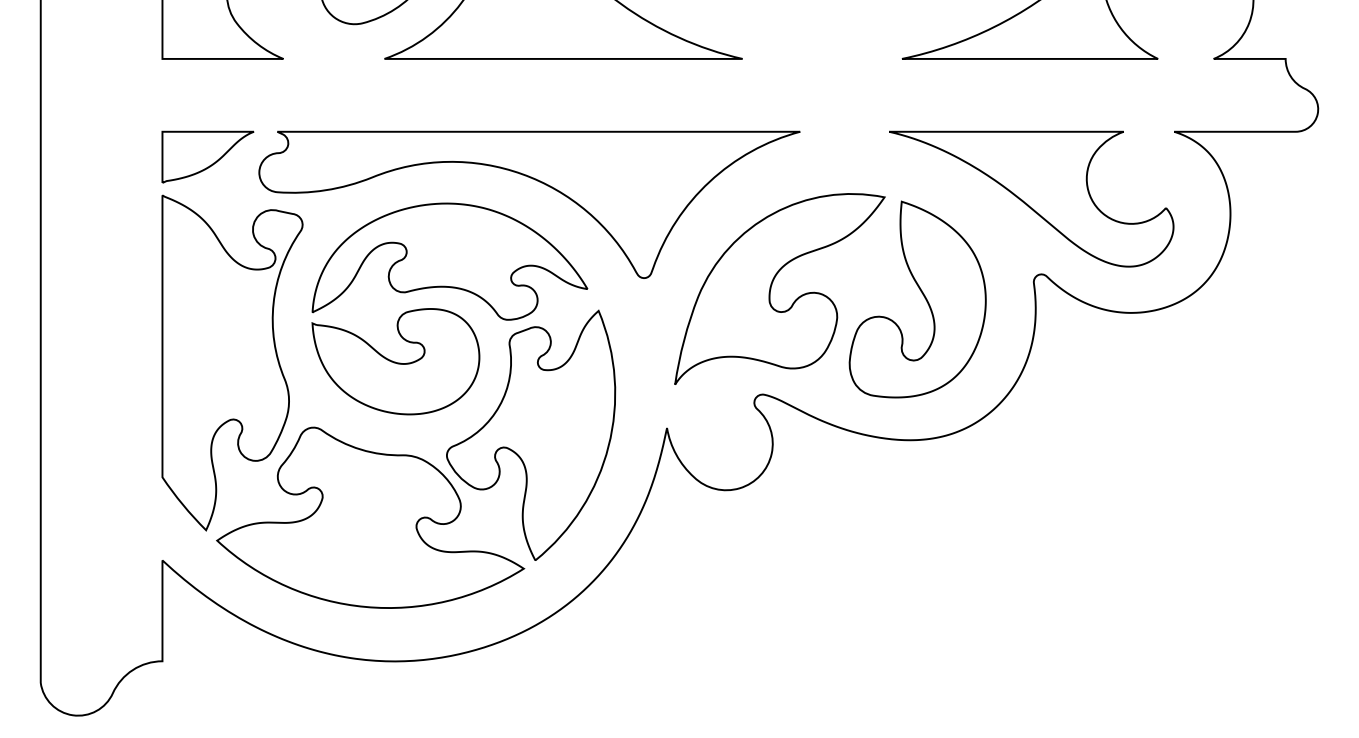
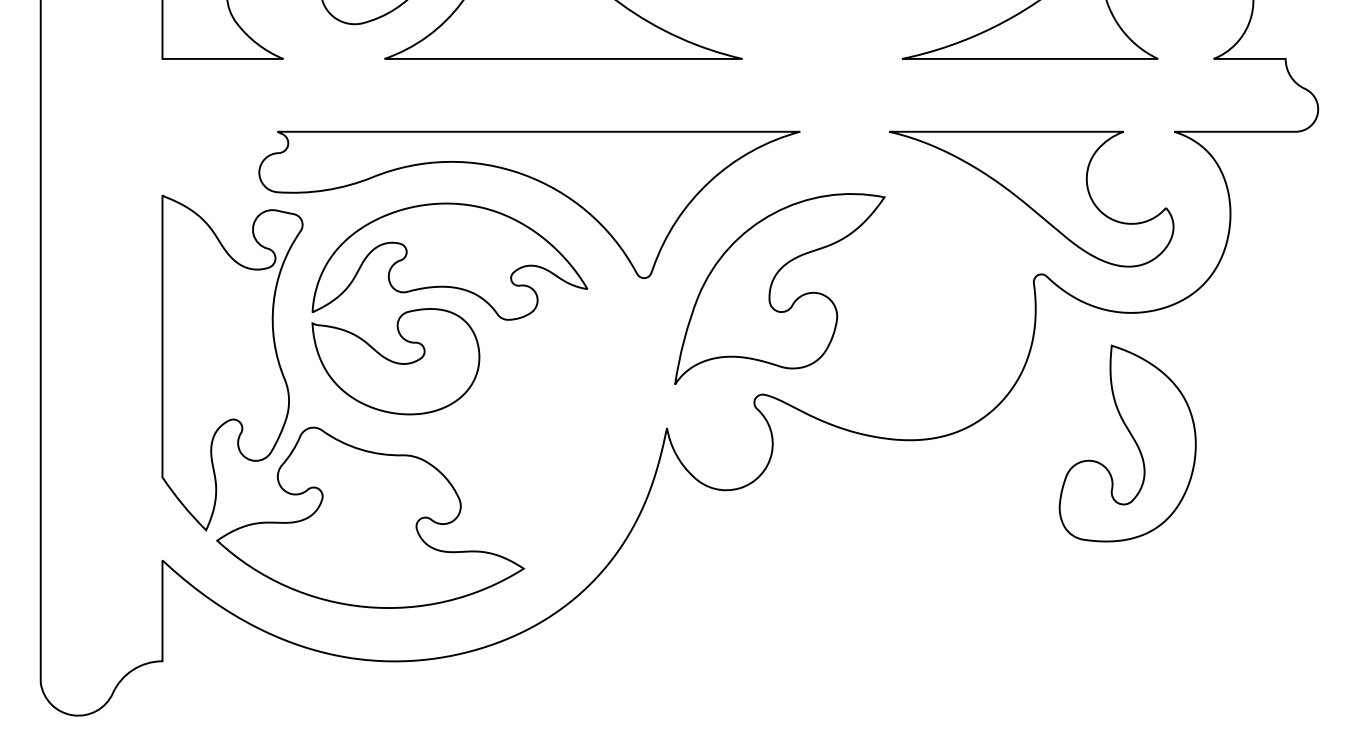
part at (207, 156): present -> none
part at (923, 296) position: (923, 296) -> (1133, 440)
part at (531, 434): present -> none
